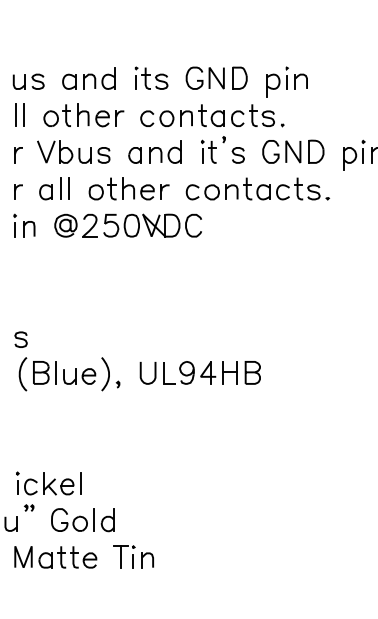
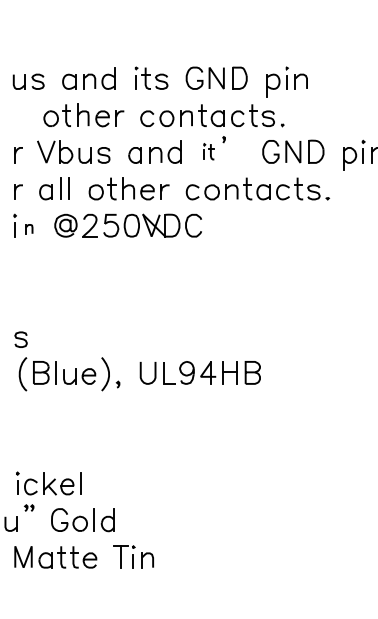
part at (19, 114): present -> none
part at (208, 151) size: 16x25 px -> 12x18 px
curve at (237, 155): present -> none
part at (29, 229) size: 13x17 px -> 9x11 px
